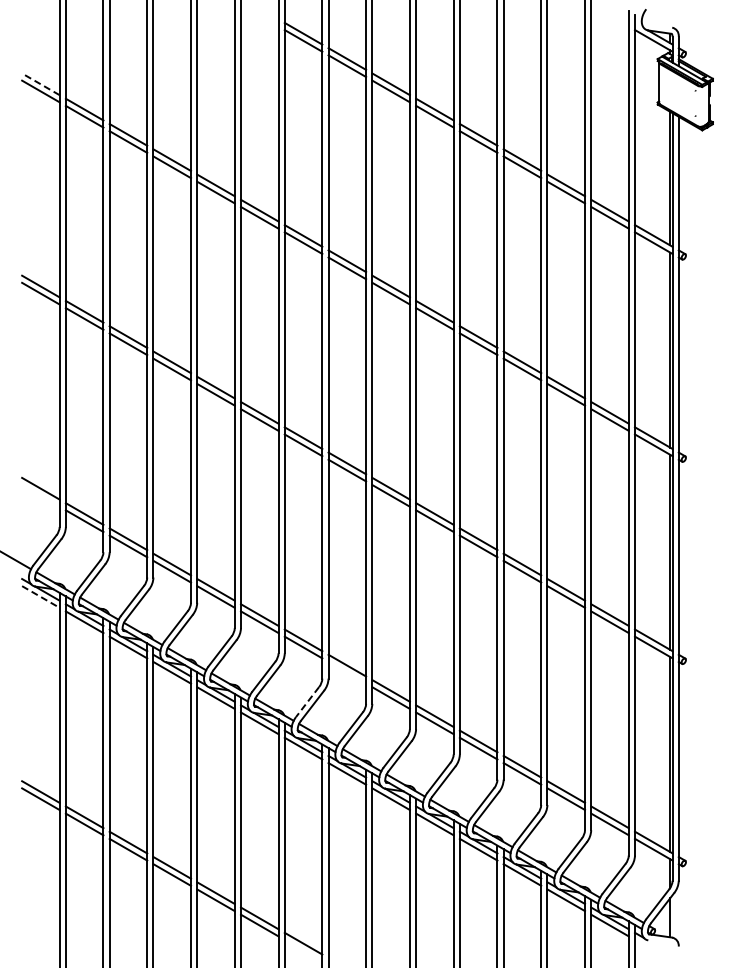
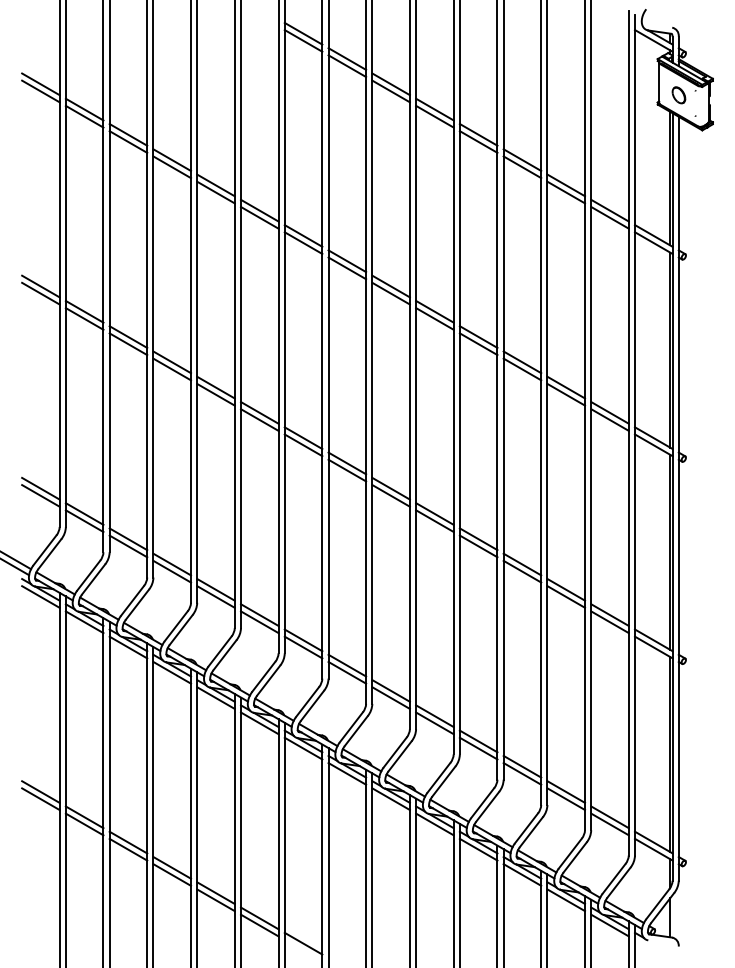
line at (40, 84): dashed -> solid
part at (678, 95): none -> present
line at (40, 495): none -> present
line at (15, 567): none -> present
line at (40, 597): dashed -> solid
line at (347, 672): none -> present
line at (307, 702): dashed -> solid
